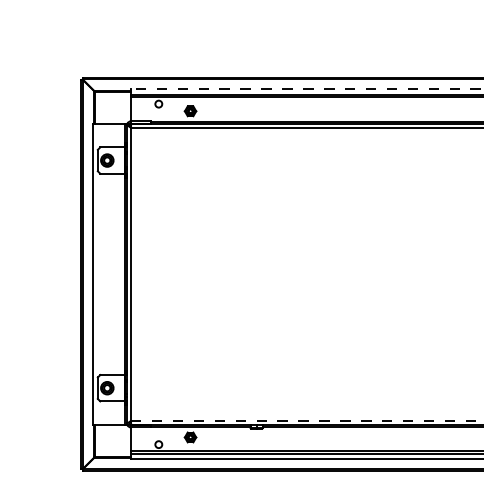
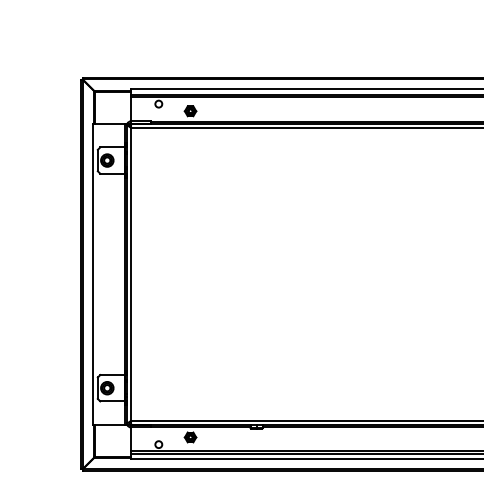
line at (306, 89): dashed -> solid
line at (307, 420): dashed -> solid
